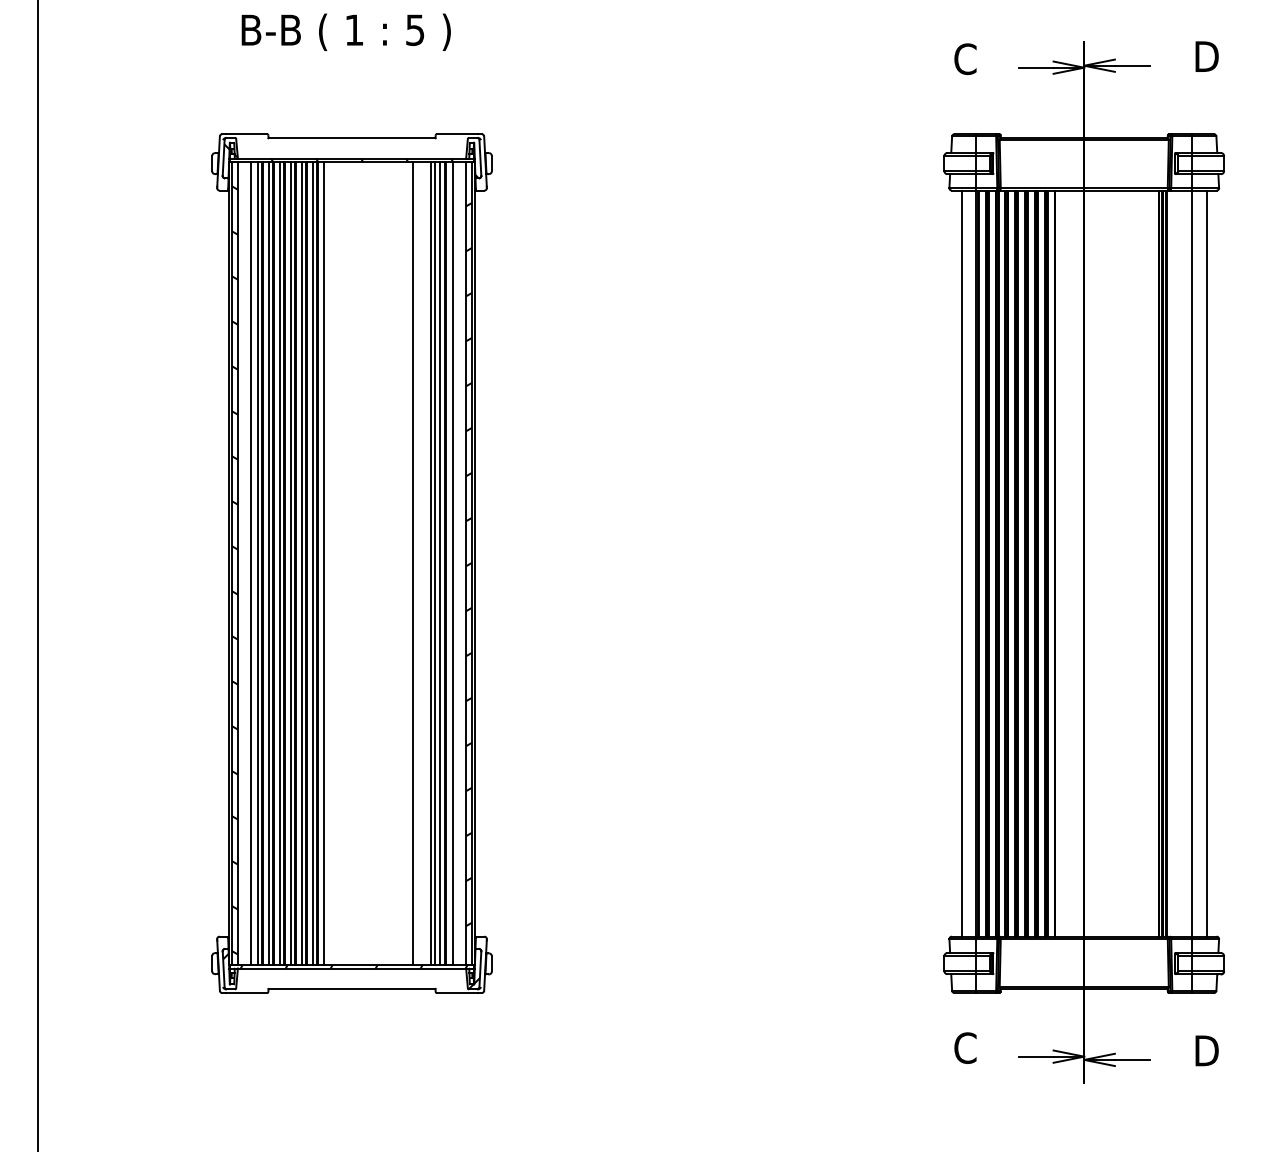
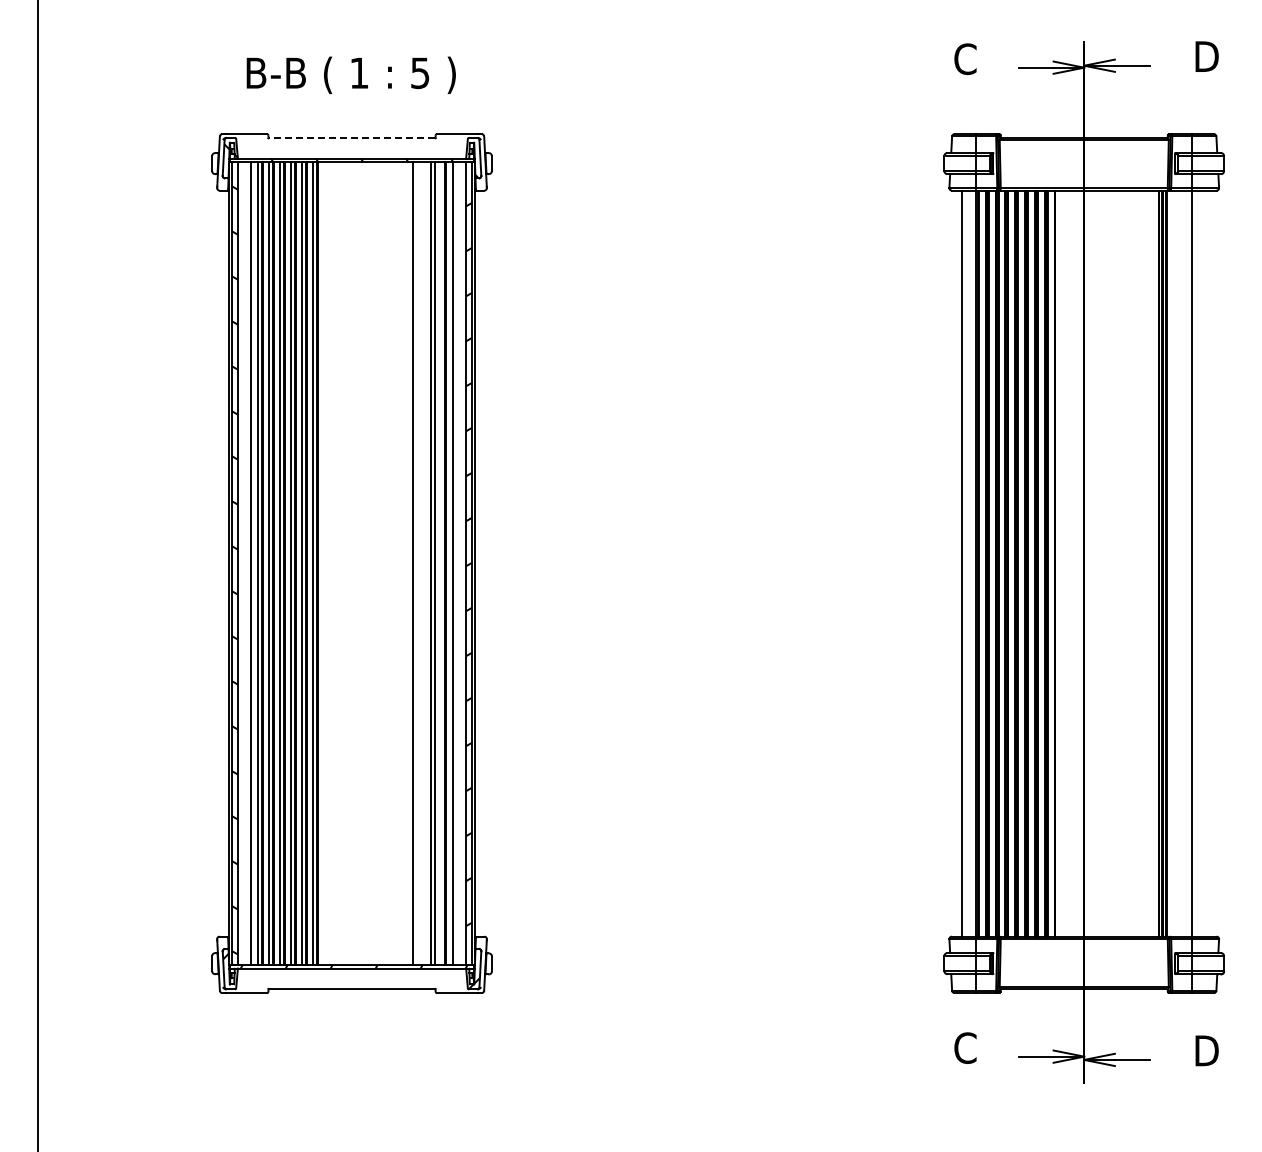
text at (345, 31) position: (345, 31) -> (350, 74)
line at (351, 137): solid -> dashed
line at (324, 563): present -> none
line at (440, 563): present -> none
line at (1206, 563): present -> none
